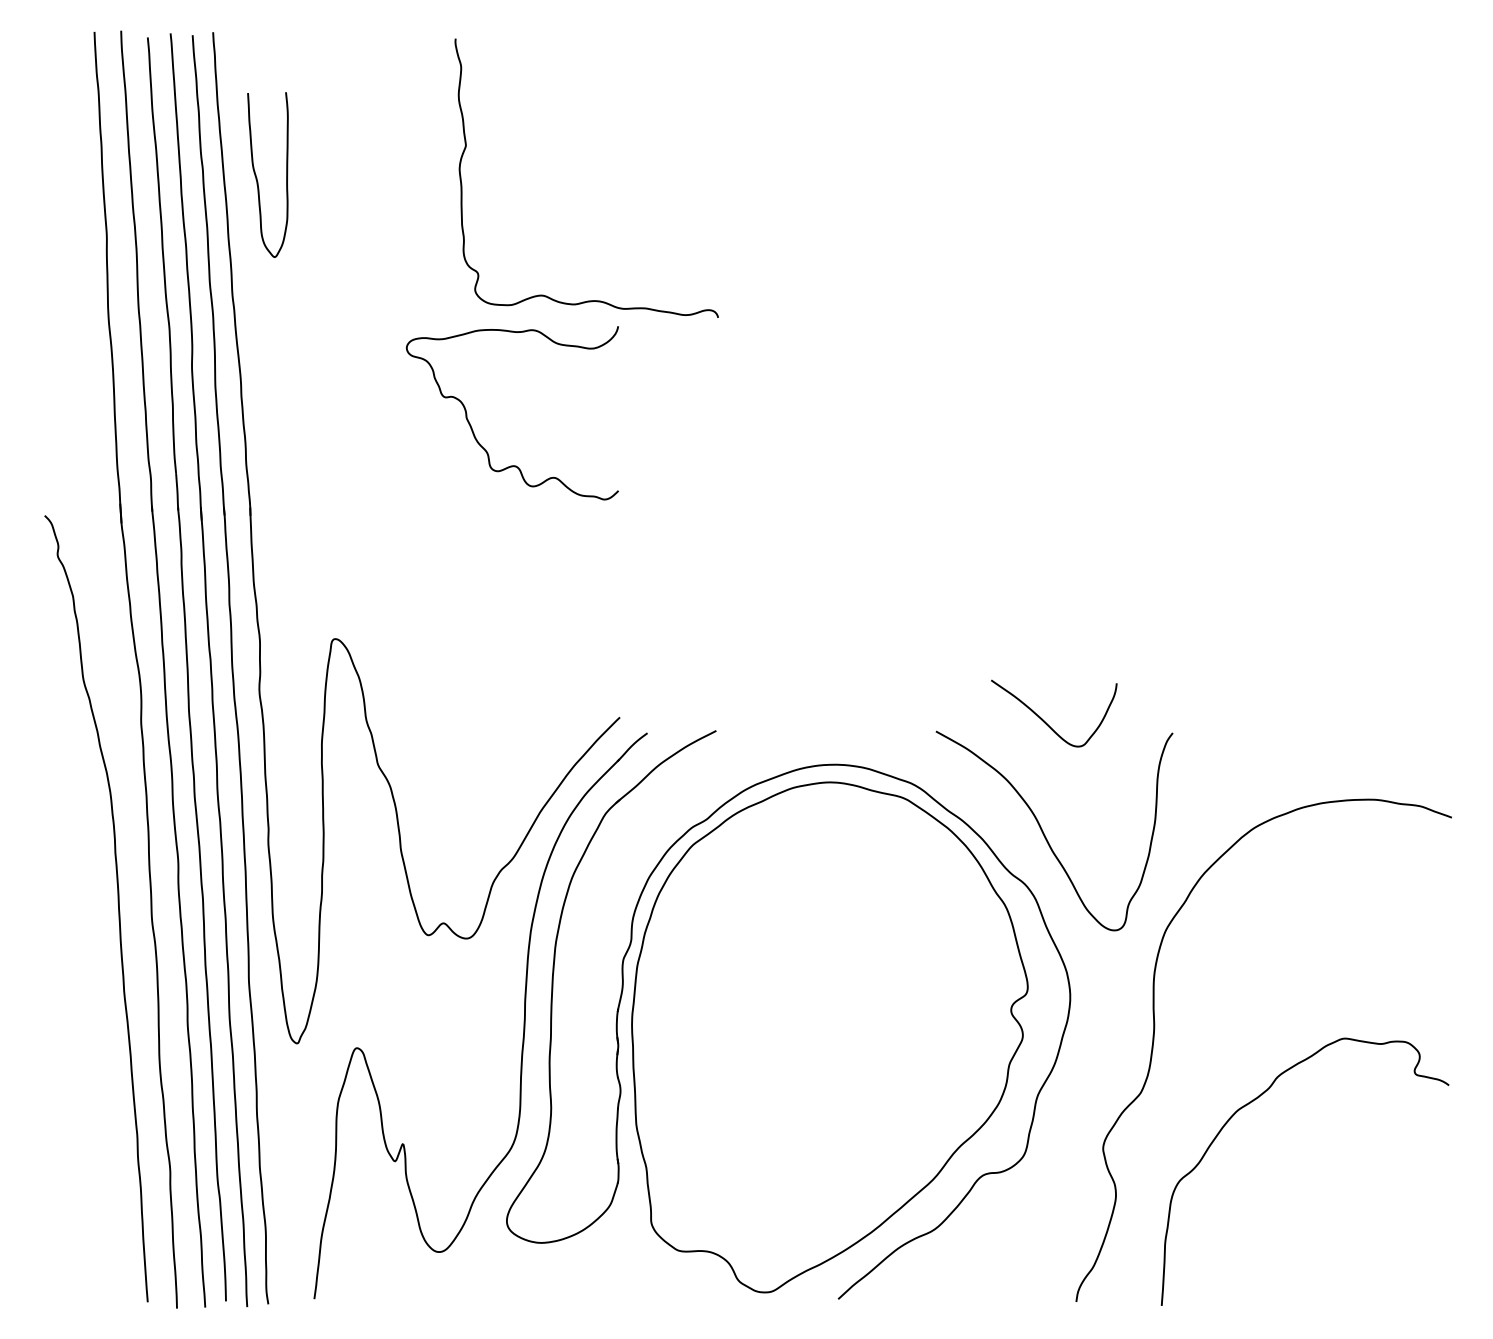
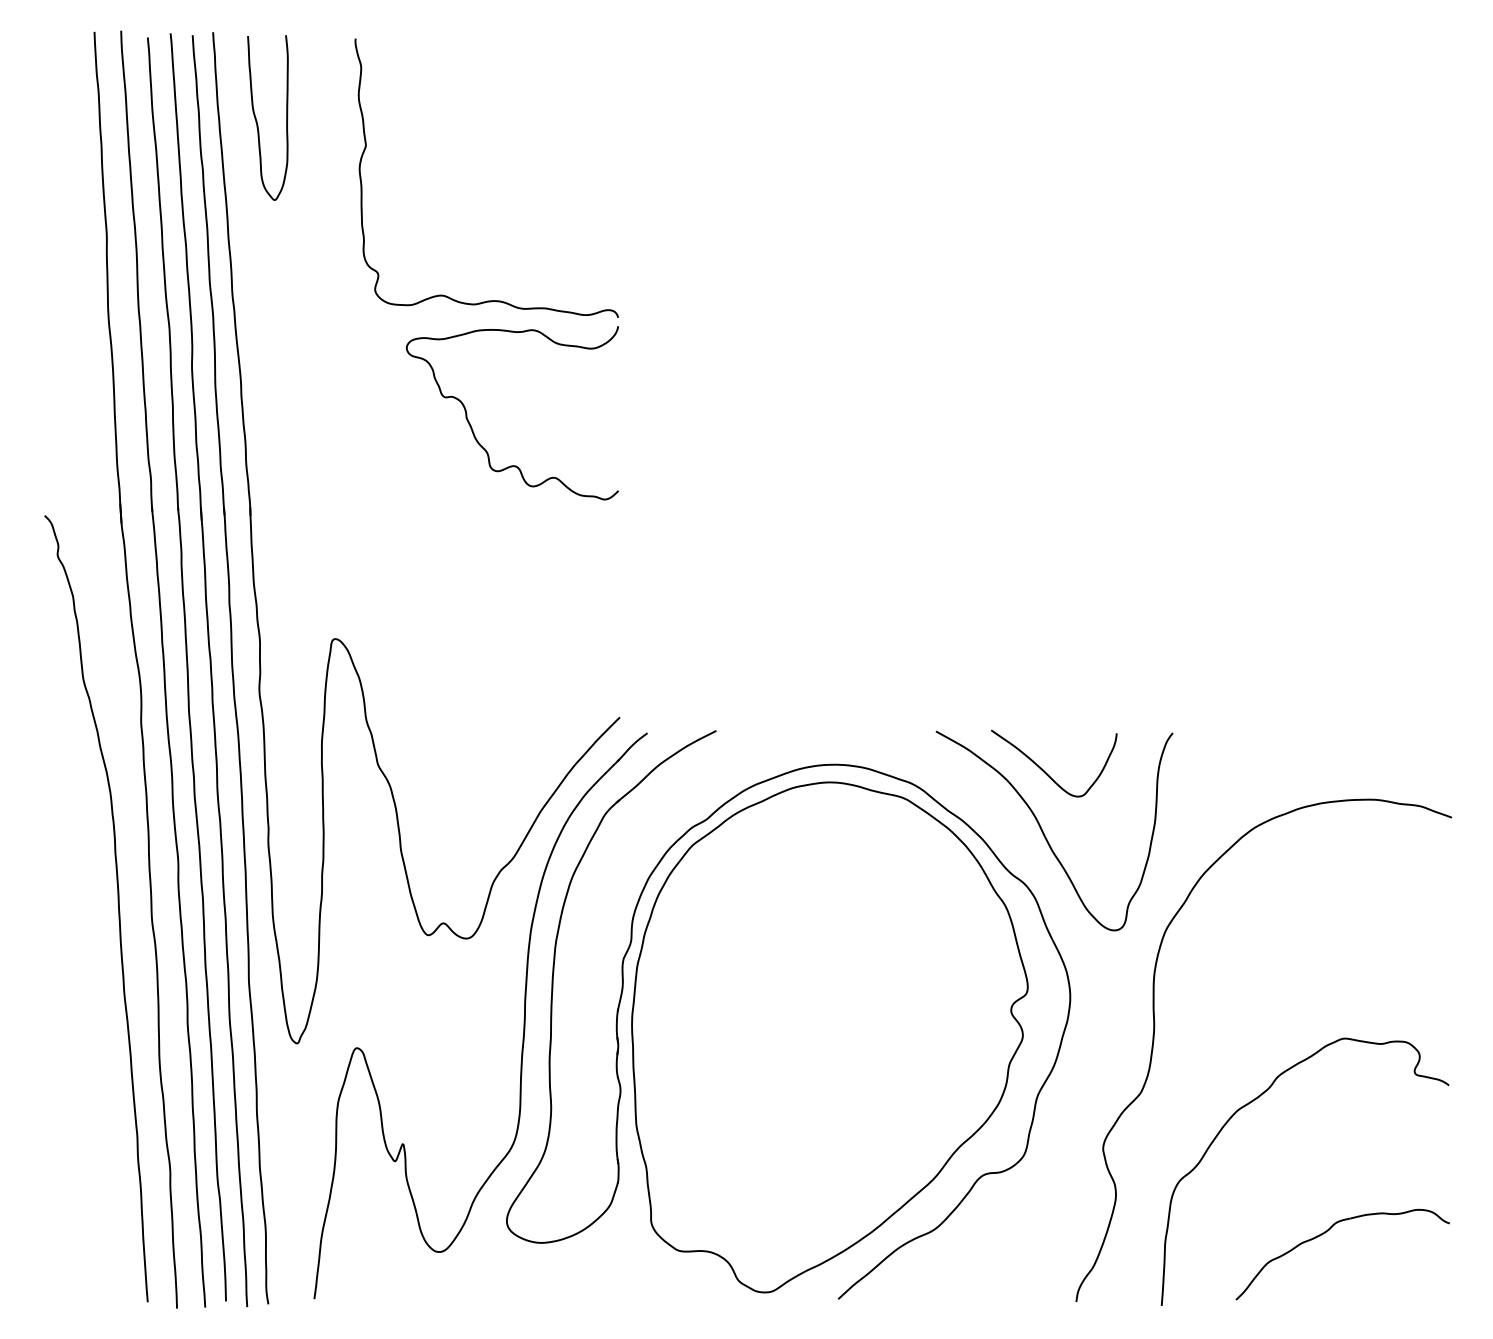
curve at (257, 177) position: (257, 177) -> (257, 120)
curve at (587, 300) position: (587, 300) -> (487, 300)
curve at (1045, 721) position: (1045, 721) -> (1045, 771)
part at (1328, 1231): none -> present
